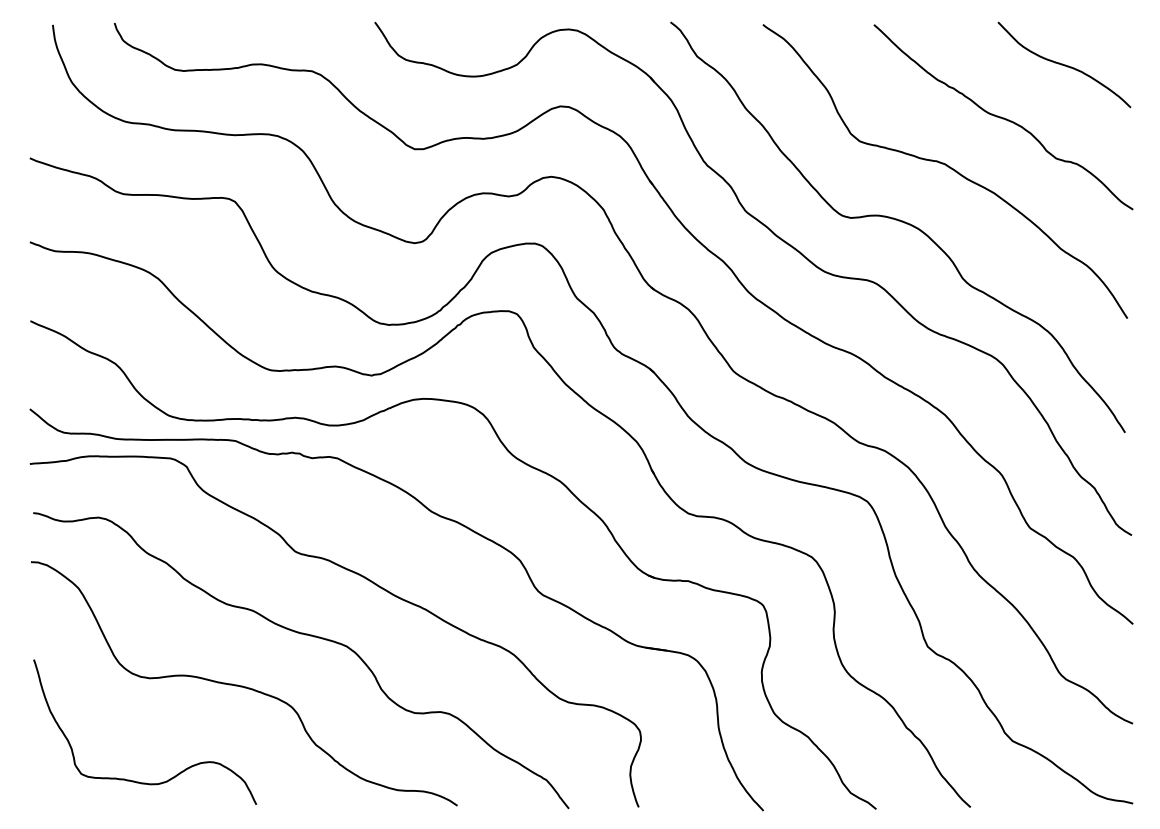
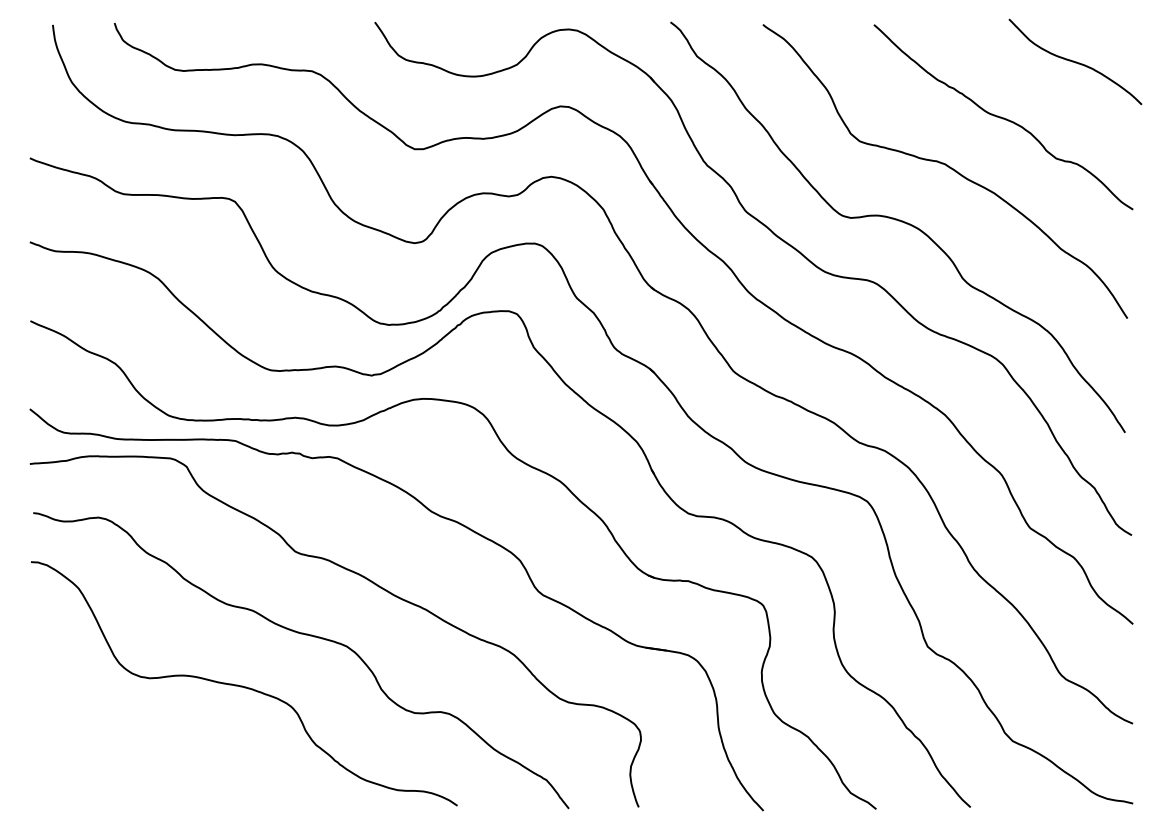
curve at (1064, 64) position: (1064, 64) -> (1075, 61)
curve at (134, 780): present -> none
